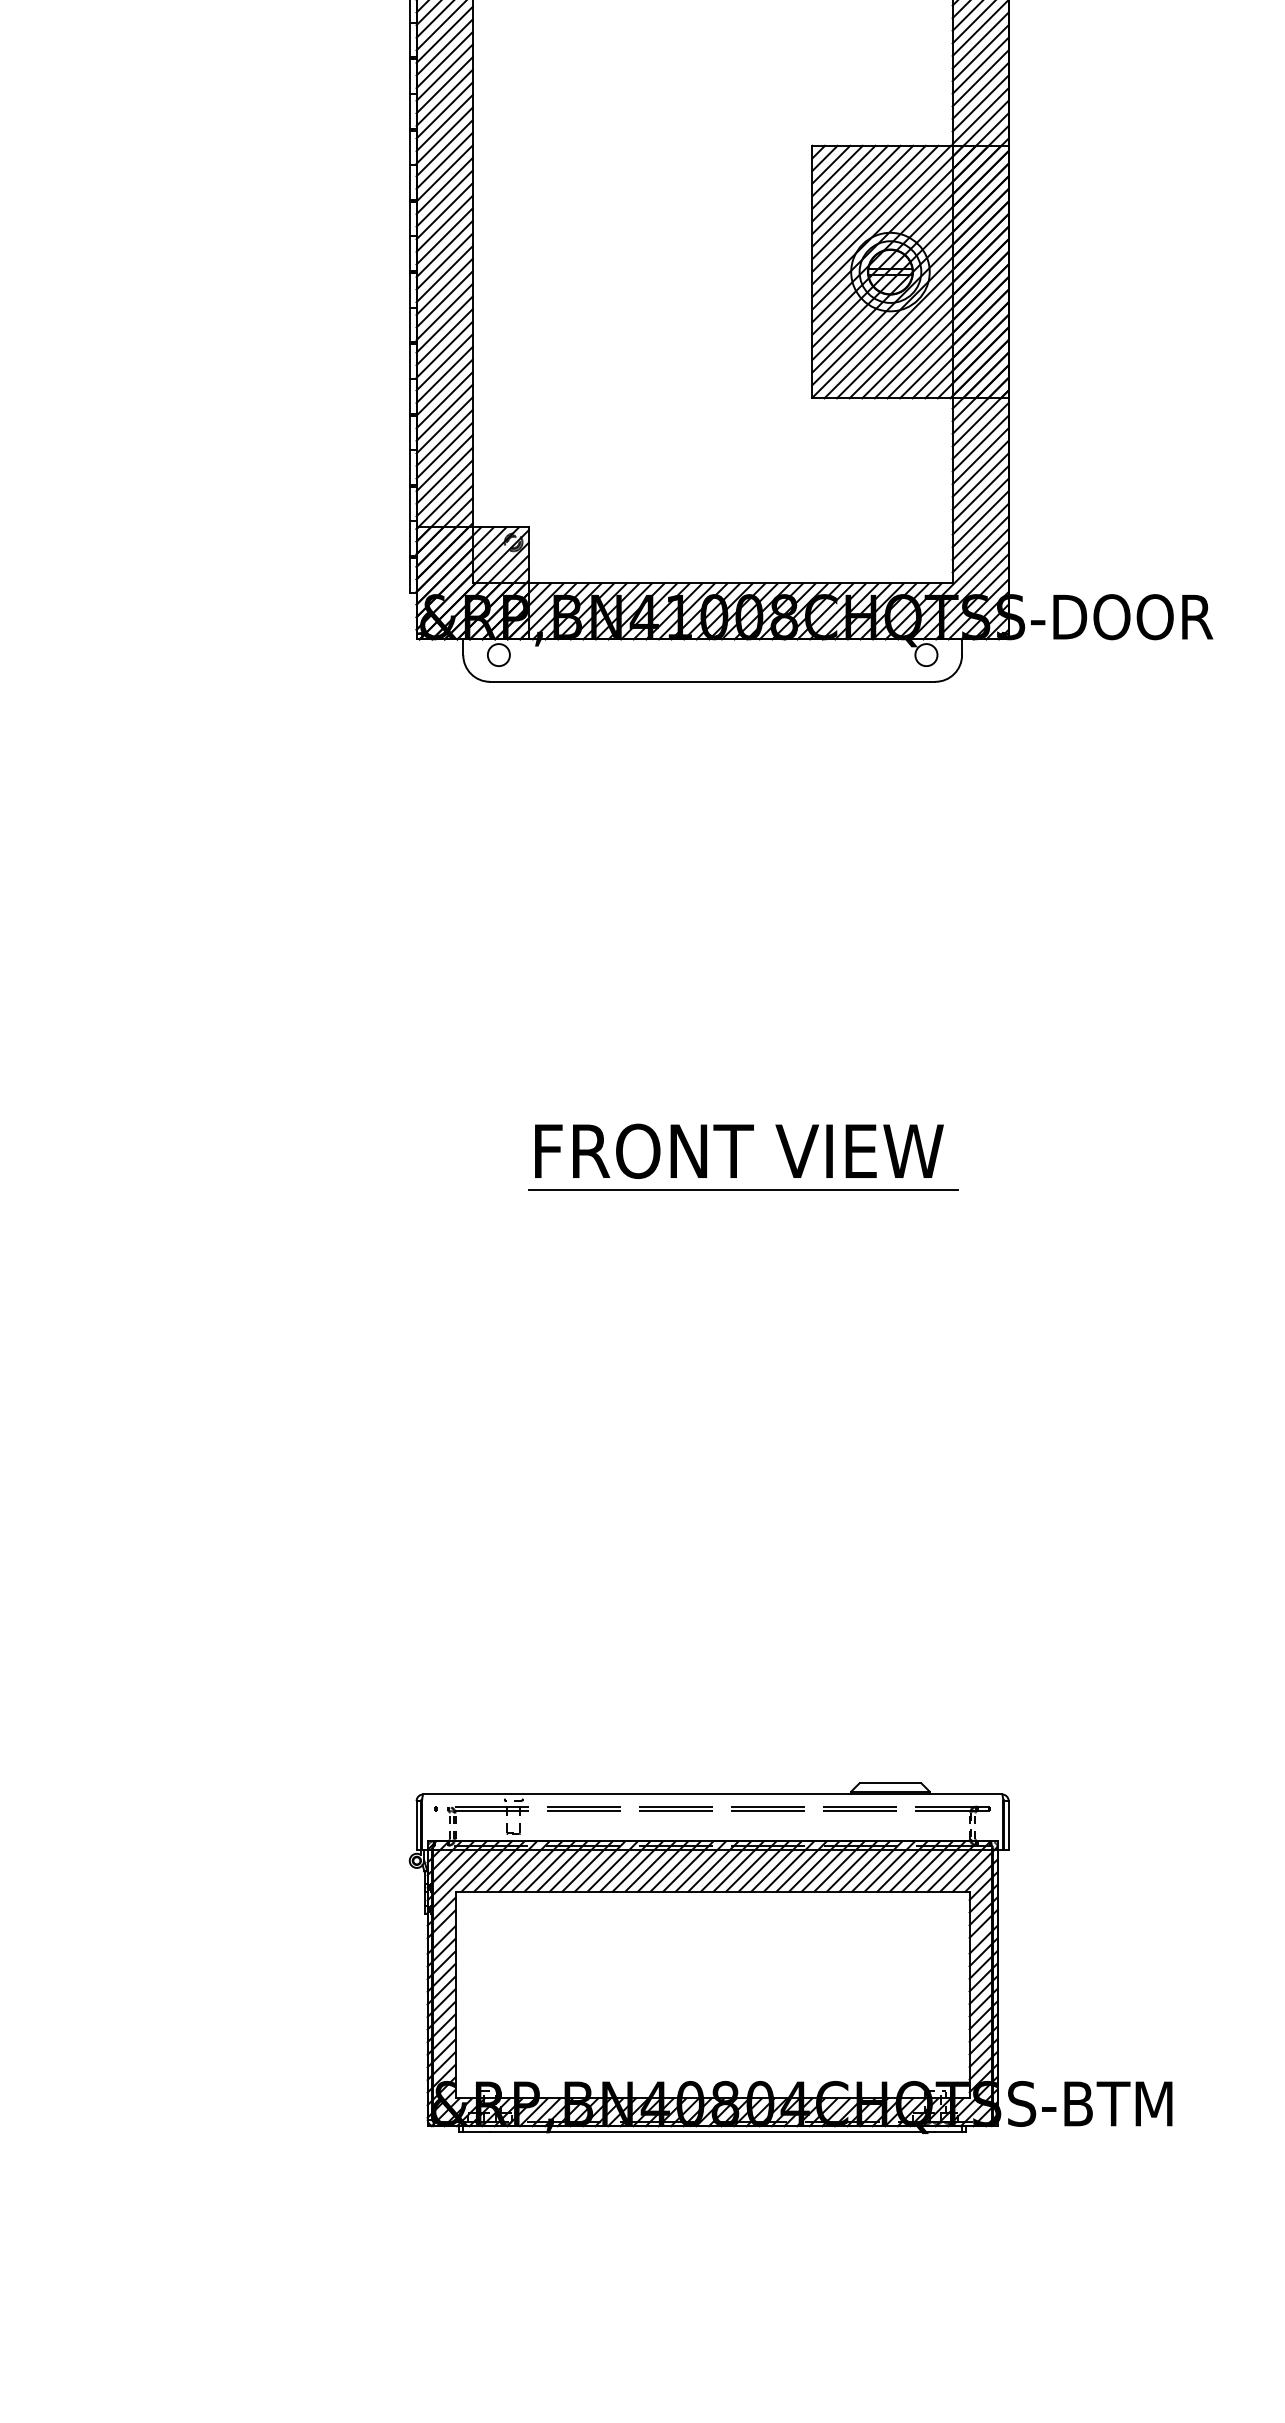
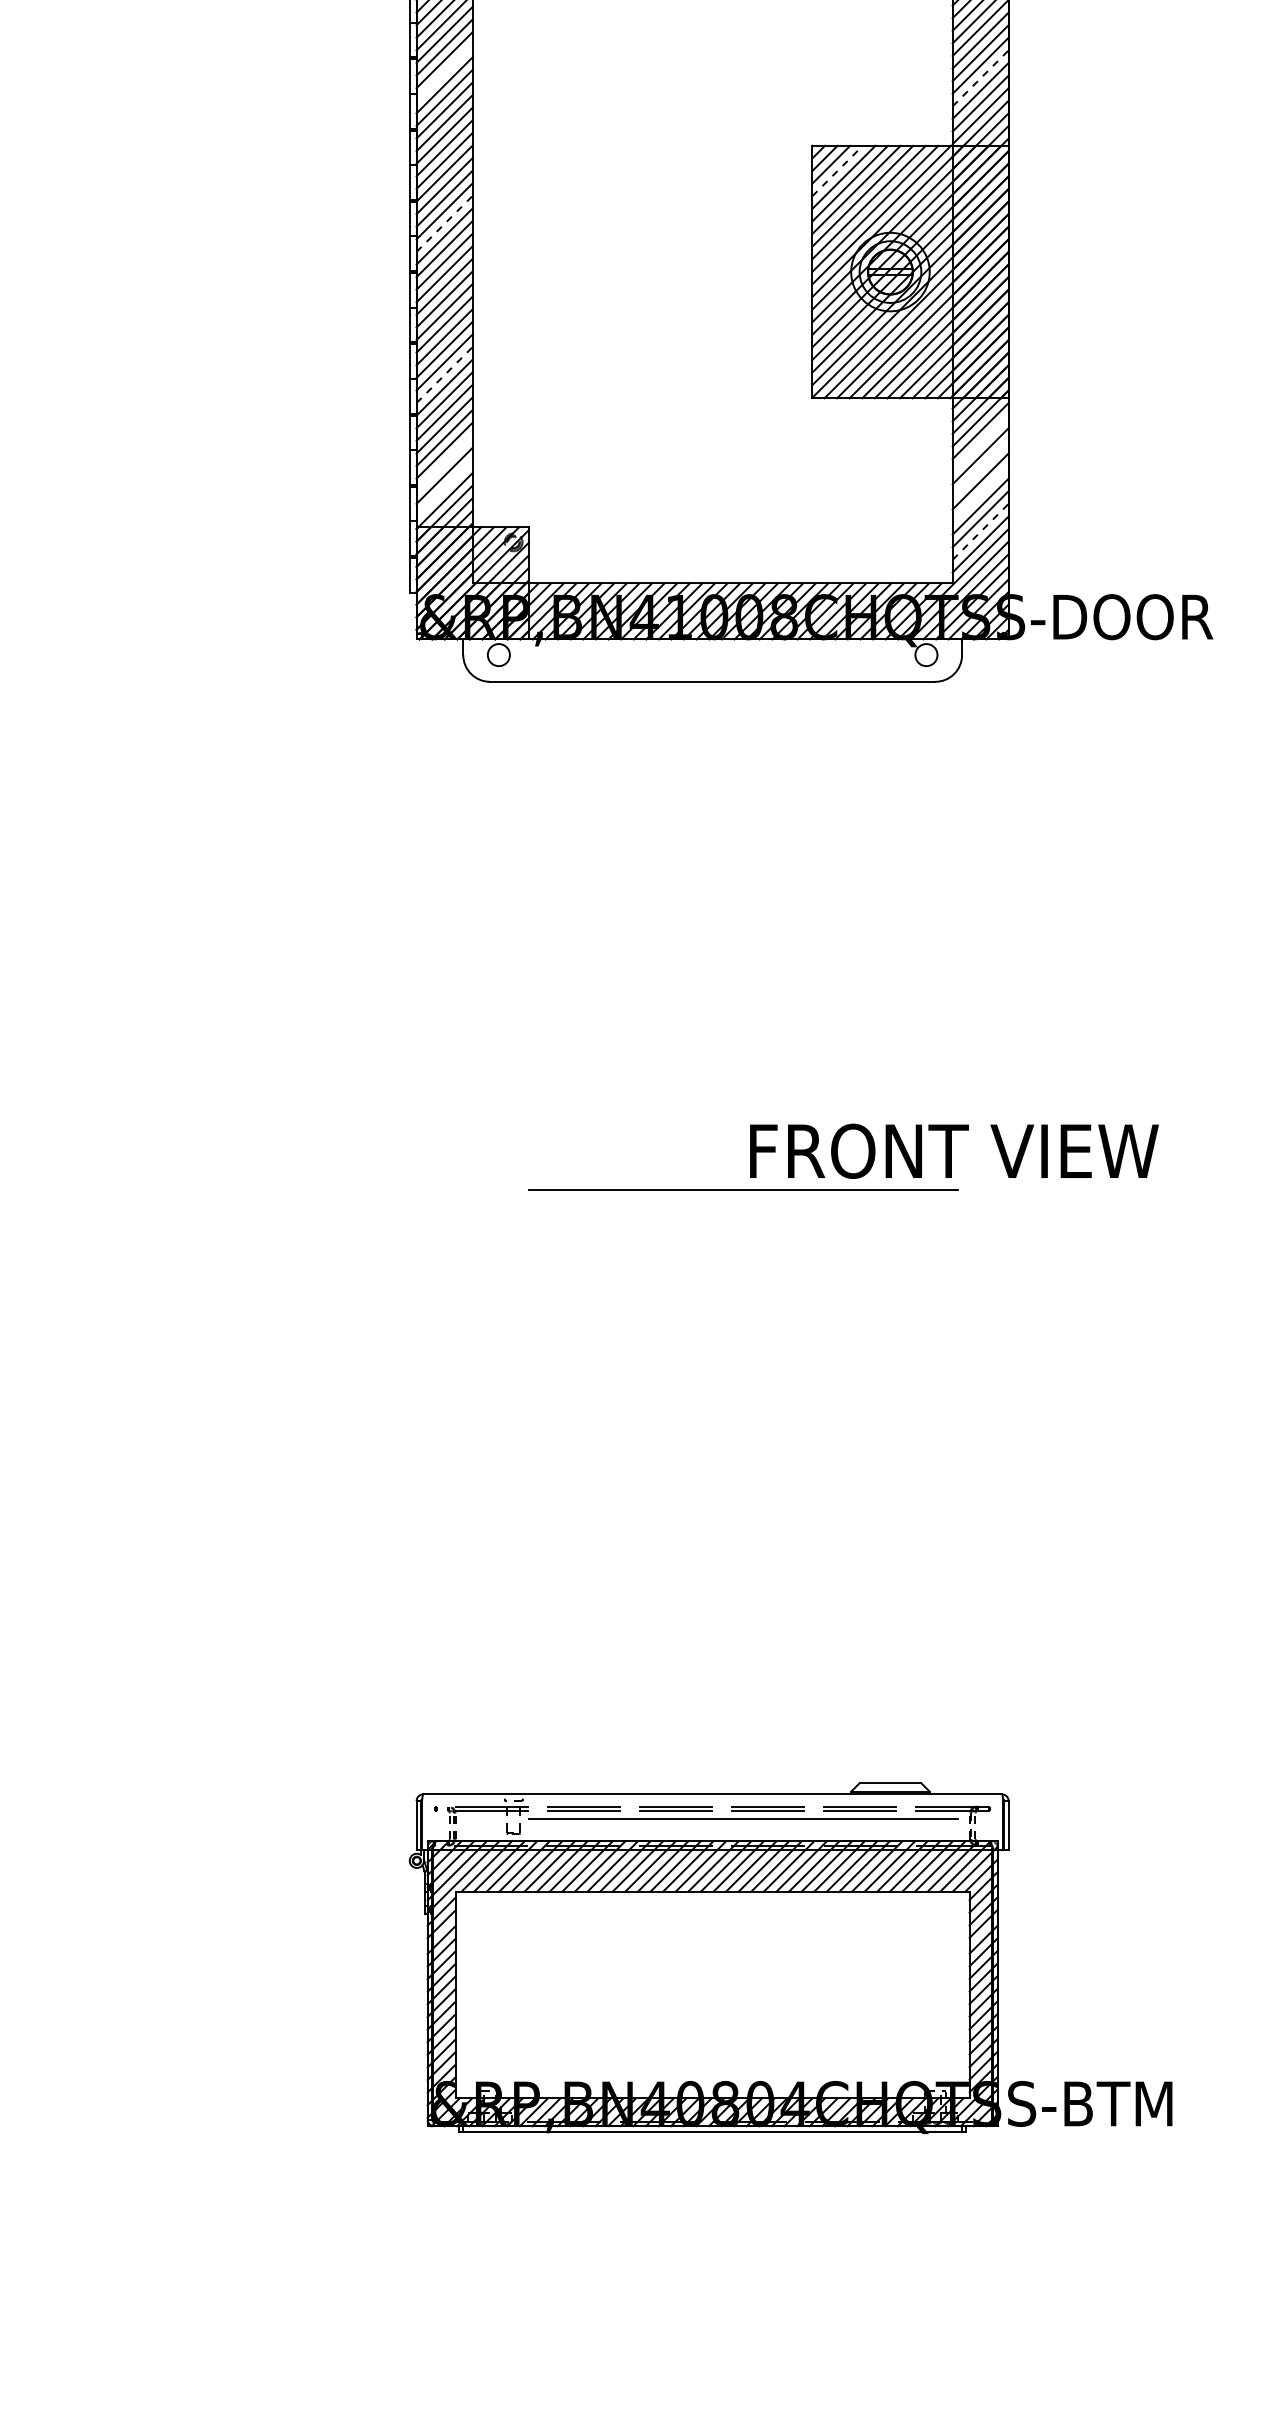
line at (444, 72): present -> none
line at (980, 78): solid -> dashed
line at (837, 171): solid -> dashed
line at (444, 223): solid -> dashed
line at (444, 375): solid -> dashed
line at (980, 443): present -> none
line at (444, 463): present -> none
line at (980, 468): present -> none
line at (444, 488): present -> none
line at (980, 493): present -> none
line at (980, 531): solid -> dashed
text at (739, 1150) position: (739, 1150) -> (954, 1150)
line at (743, 1818): none -> present
